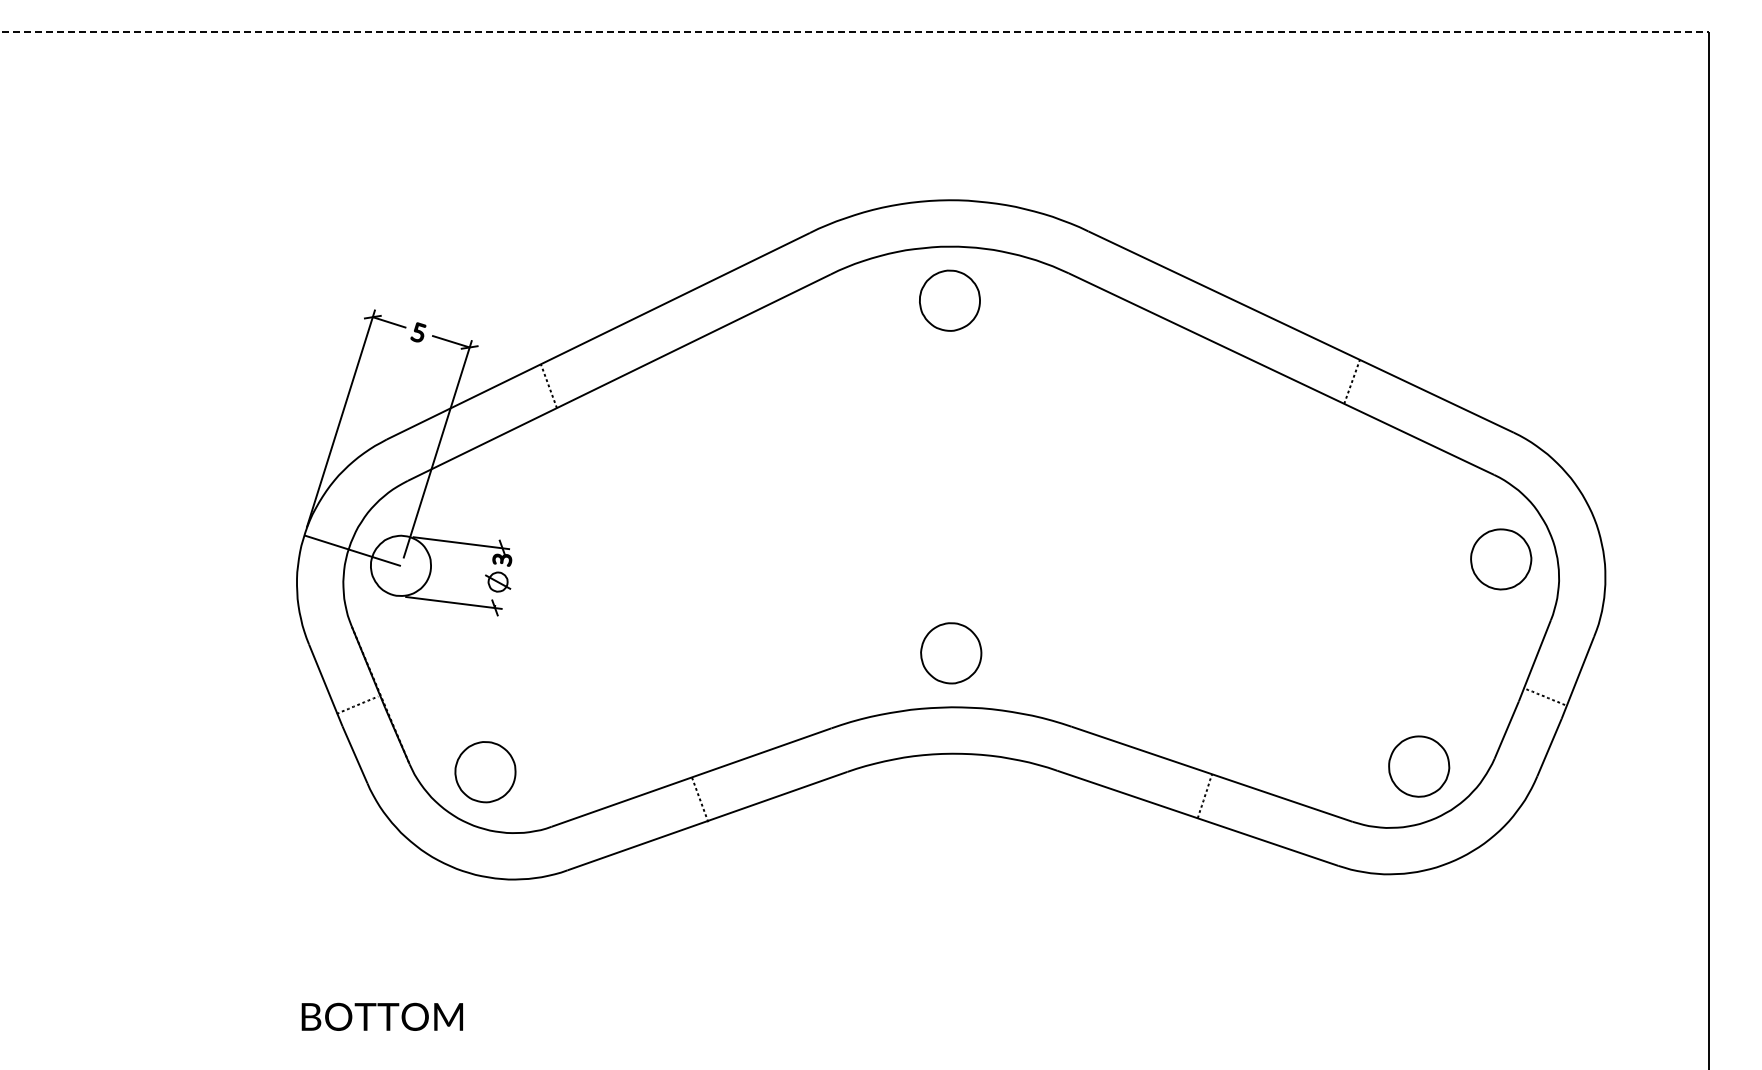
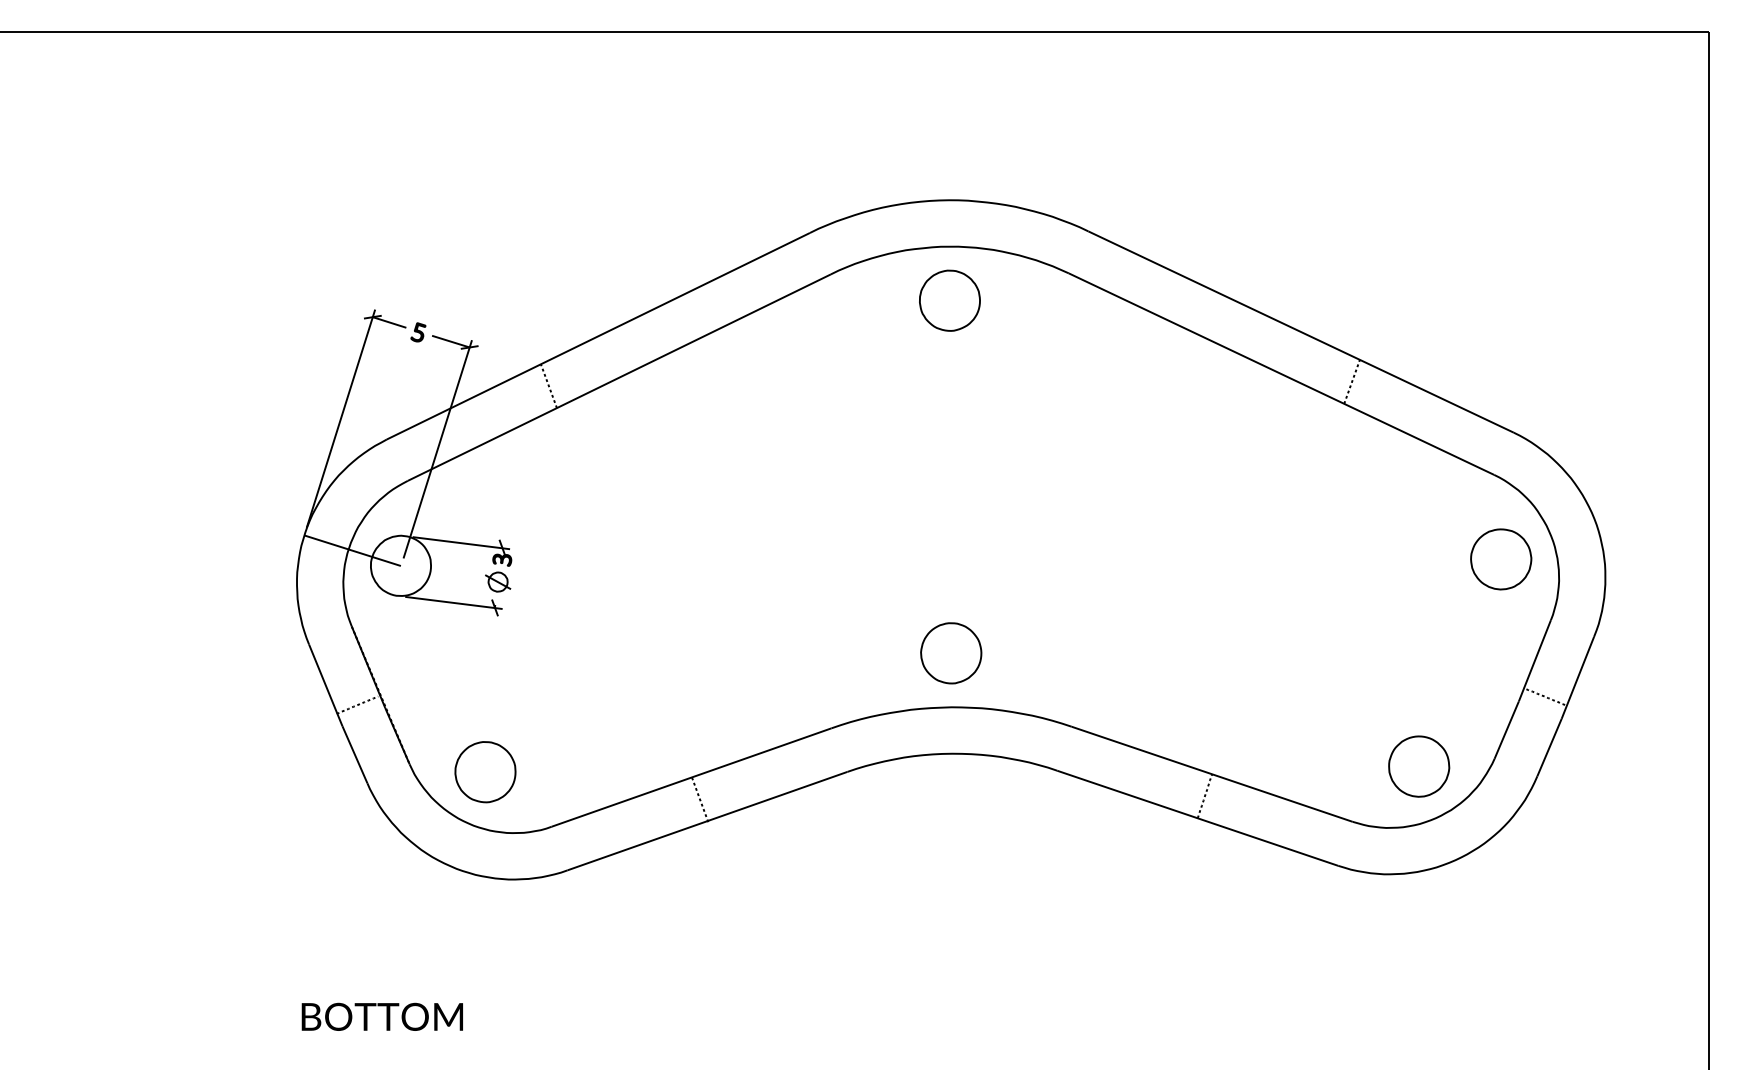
line at (855, 32): dashed -> solid
